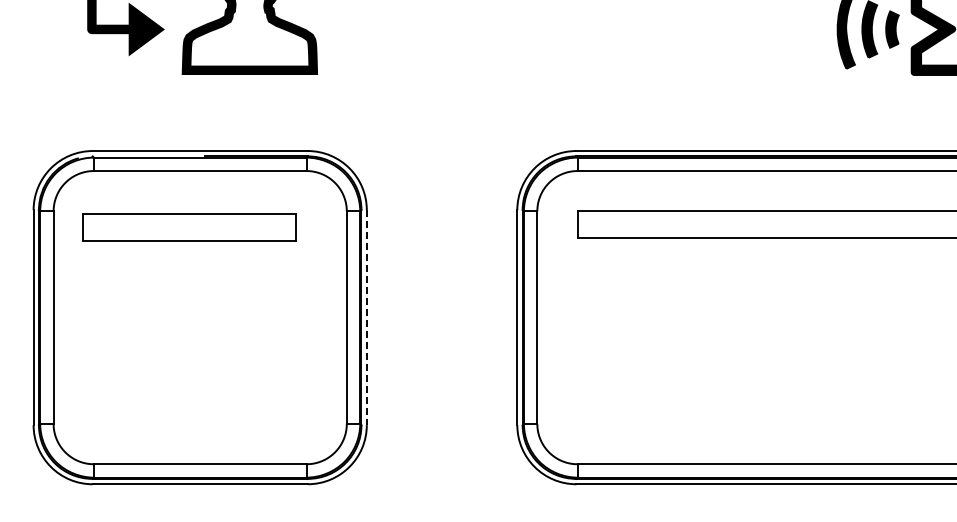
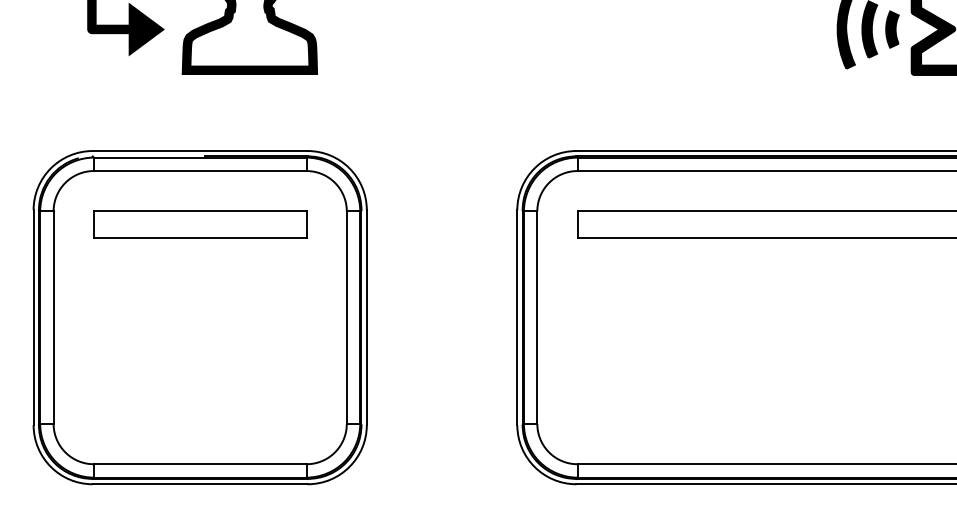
part at (189, 227) position: (189, 227) -> (200, 224)
line at (366, 318): dashed -> solid
